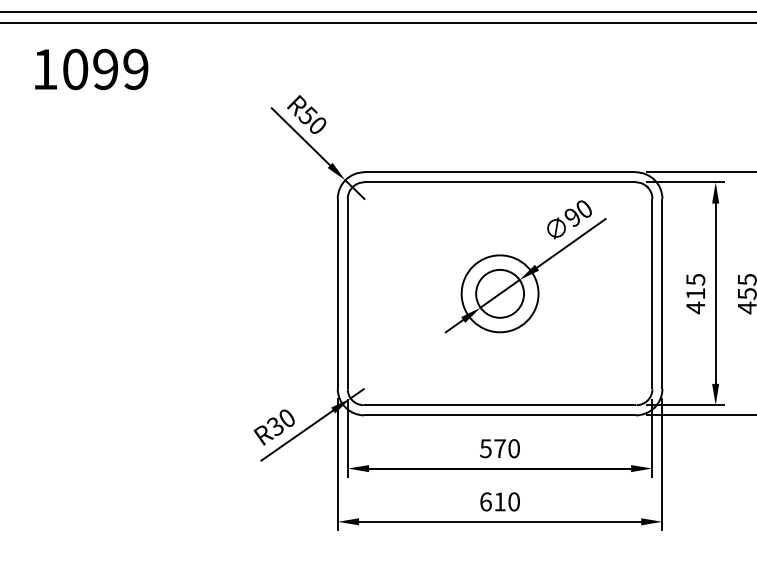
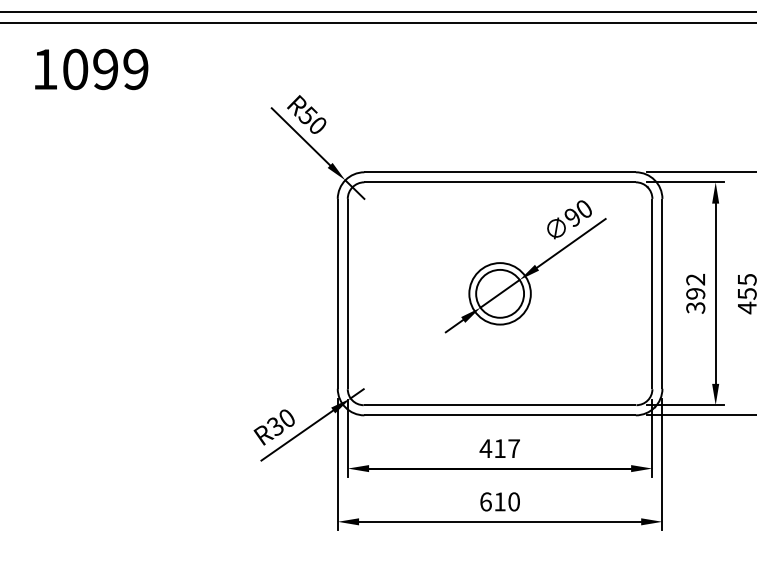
circle at (499, 293) diameter: 77 px -> 62 px
text at (695, 293): 415 -> 392
text at (499, 448): 570 -> 417
